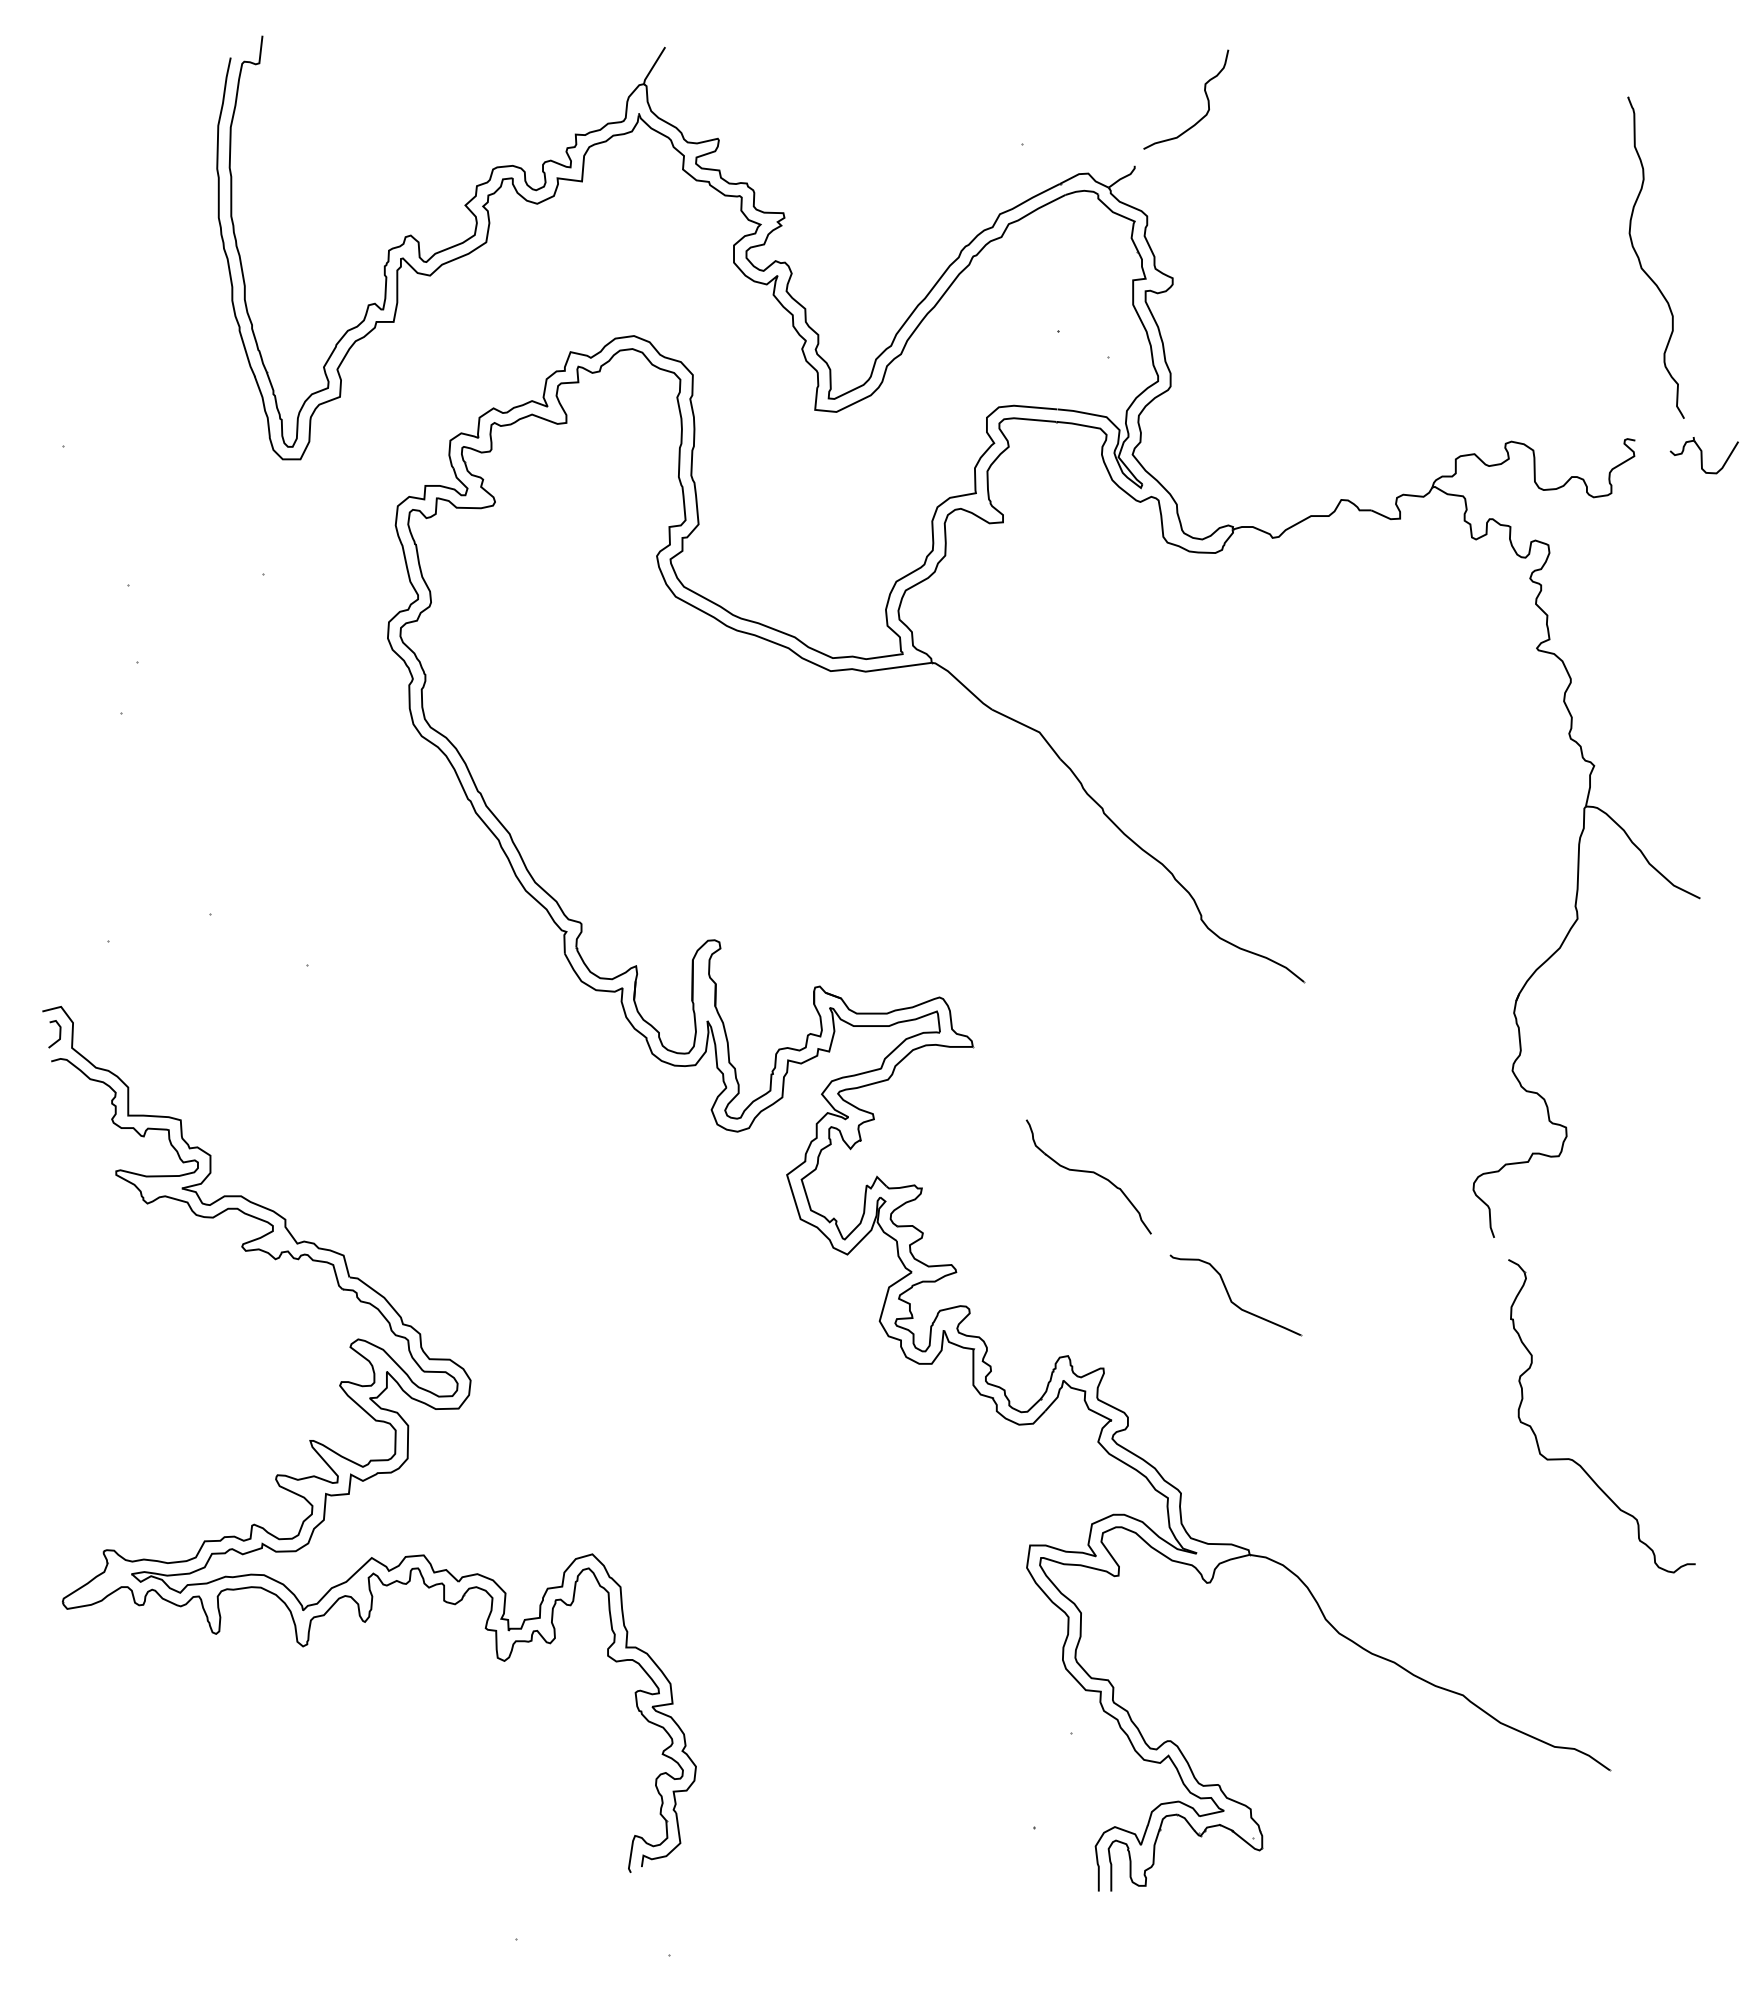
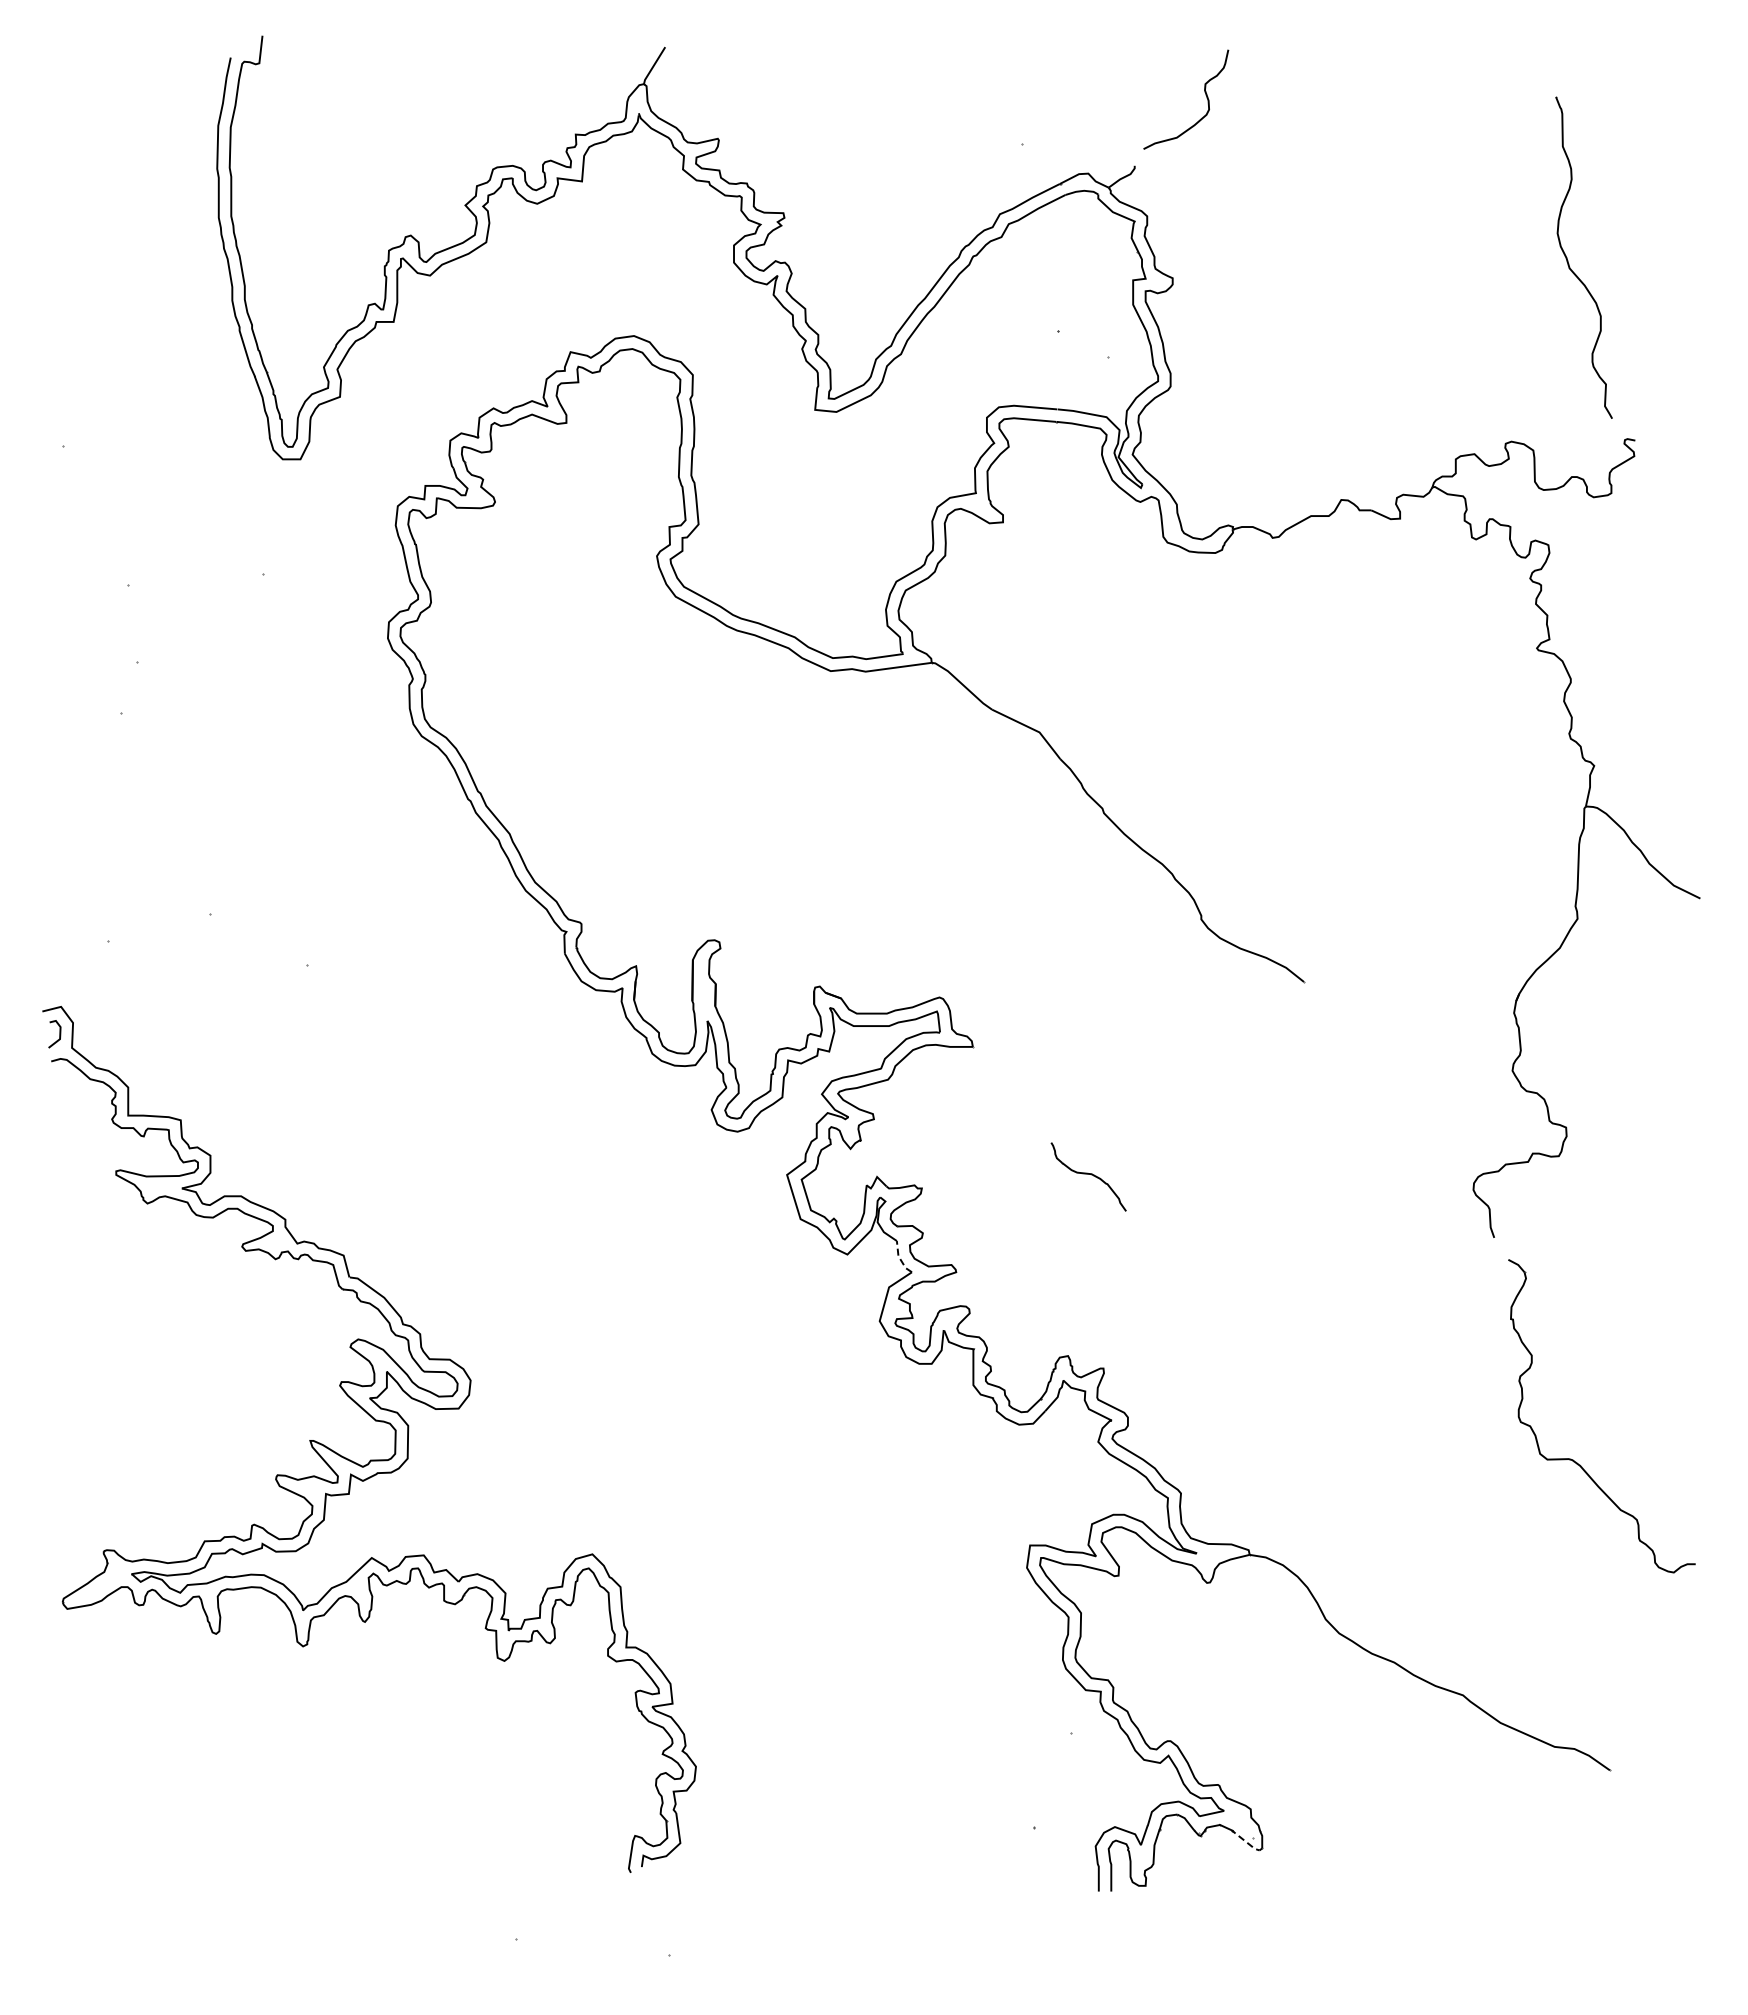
part at (1641, 263) position: (1641, 263) -> (1569, 263)
part at (1703, 455): present -> none
part at (1088, 1176) size: 127x116 px -> 77x70 px
line at (899, 1258): solid -> dashed
part at (1235, 1295): present -> none
line at (1247, 1842): solid -> dashed
